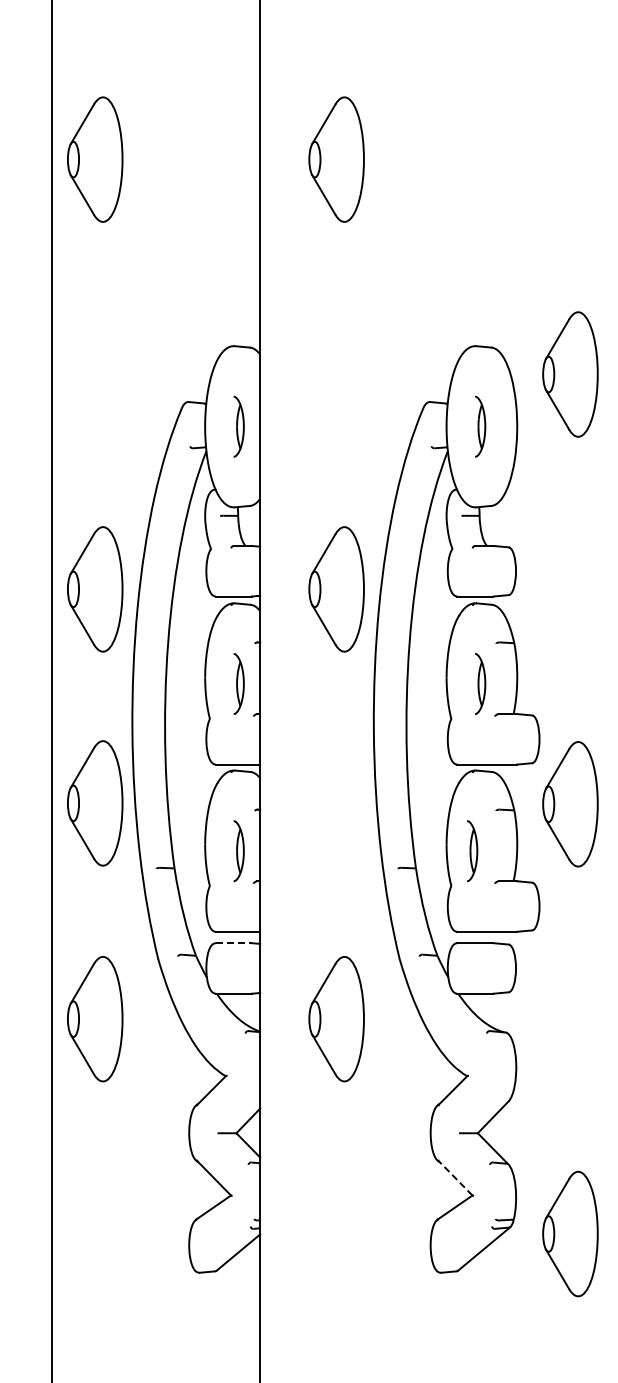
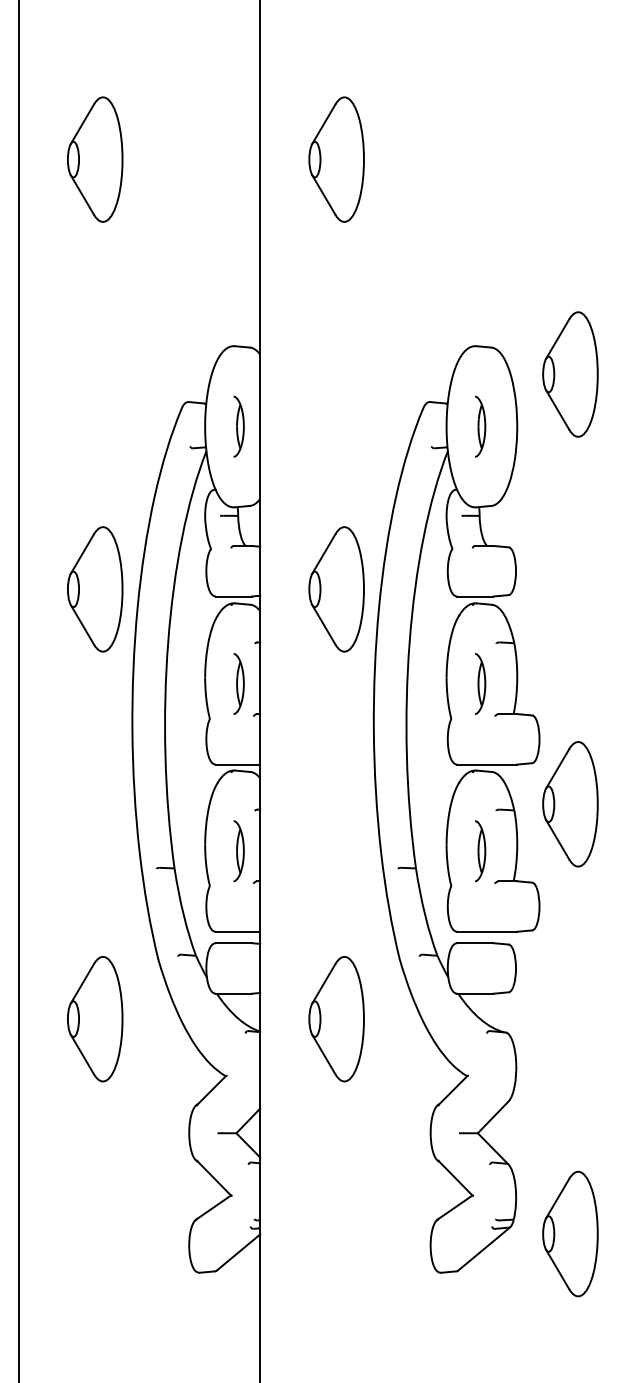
line at (51, 690) position: (51, 690) -> (18, 690)
part at (95, 803): present -> none
part at (472, 851) position: (472, 851) -> (480, 851)
line at (233, 943): dashed -> solid
line at (455, 1178): dashed -> solid
